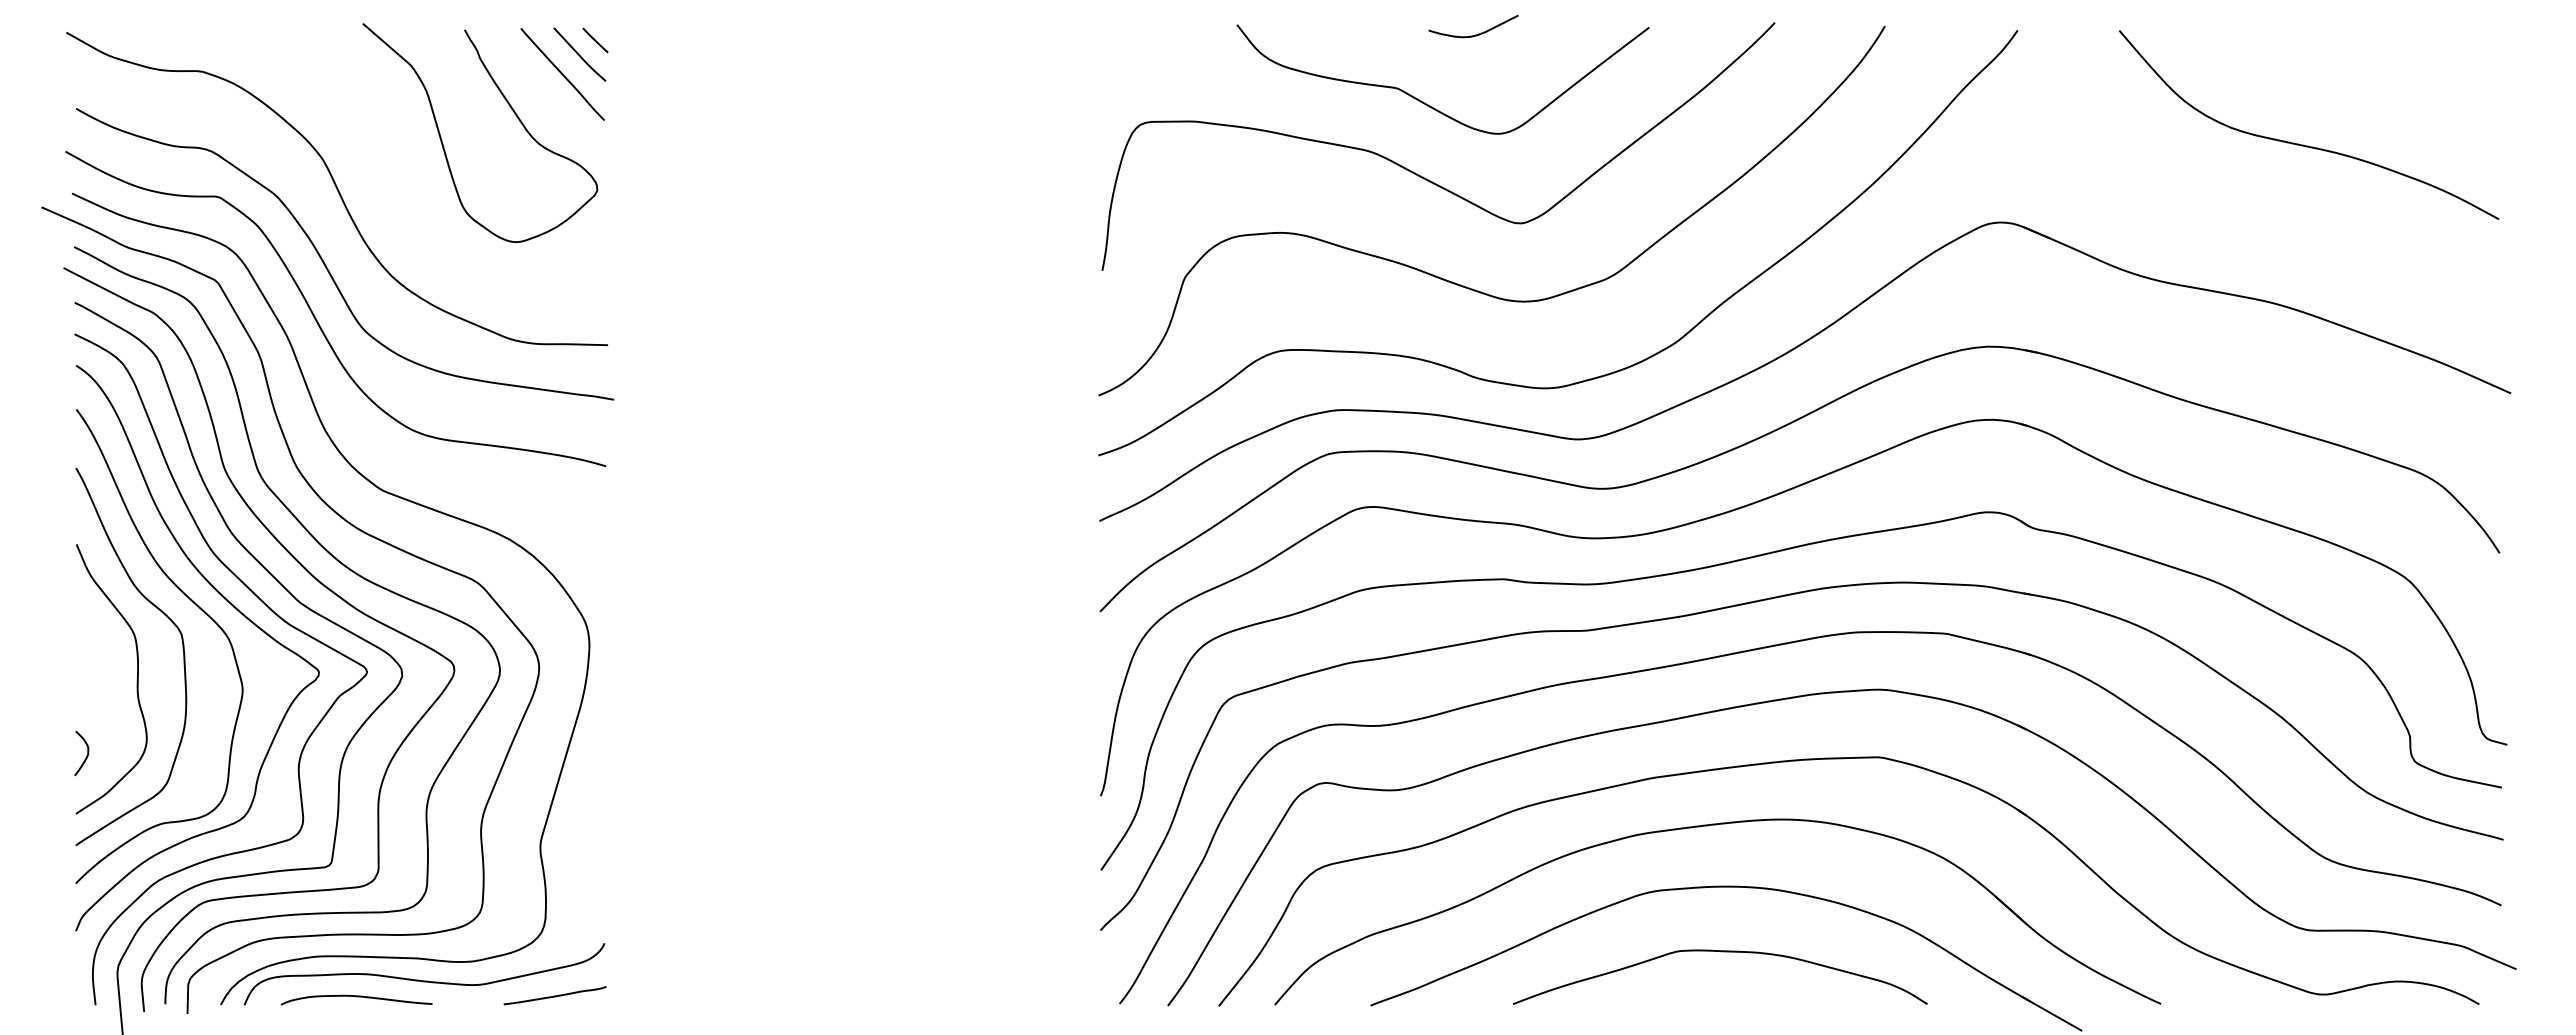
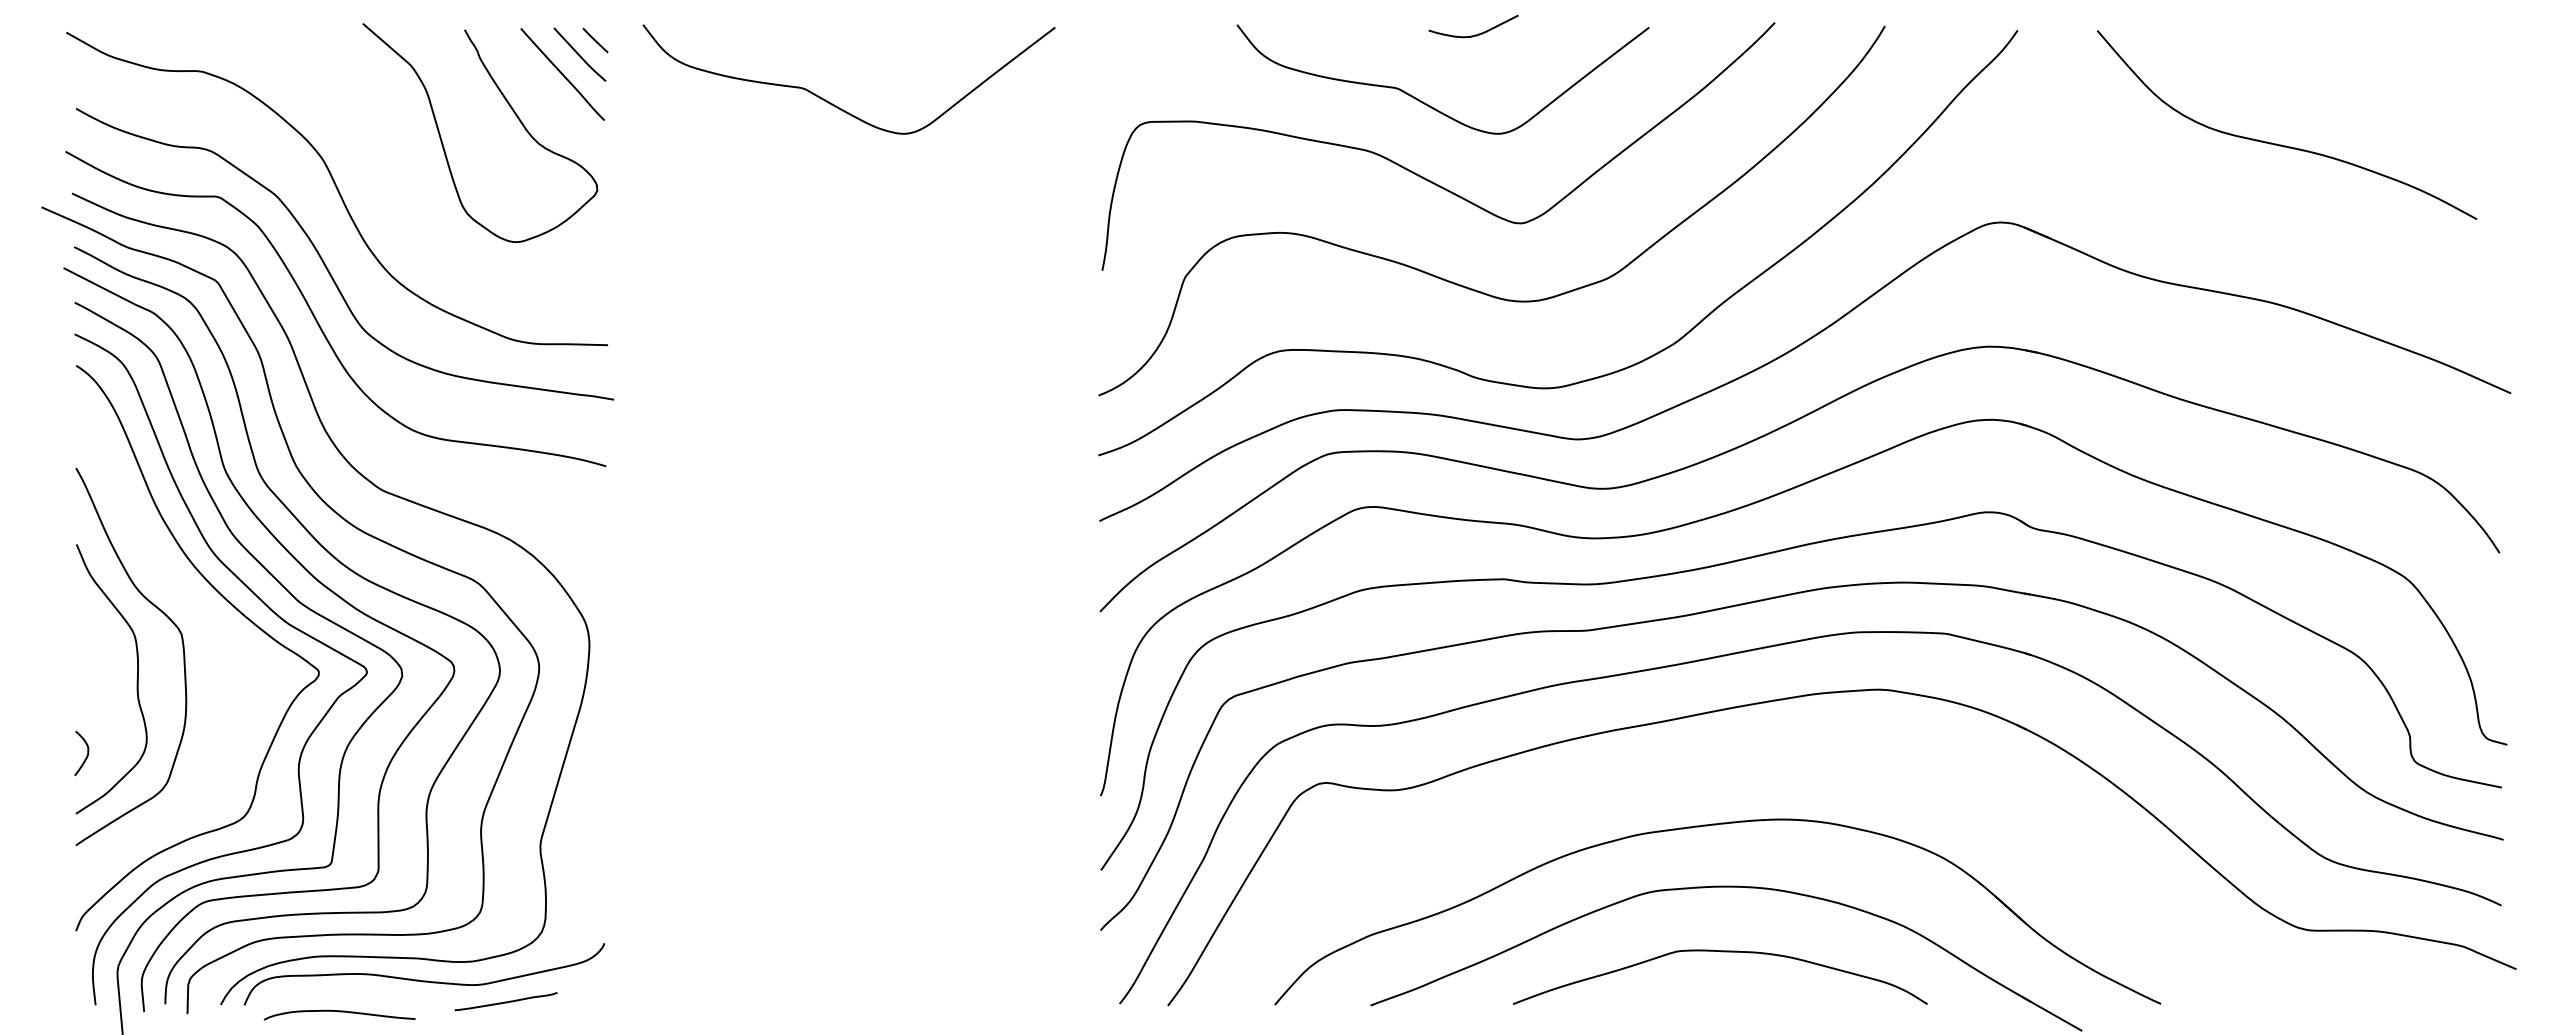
curve at (836, 105): none -> present
curve at (2303, 144) position: (2303, 144) -> (2281, 144)
curve at (196, 606): present -> none
part at (1844, 759): present -> none
line at (554, 995) position: (554, 995) -> (505, 1001)
curve at (356, 997) position: (356, 997) -> (339, 1012)
